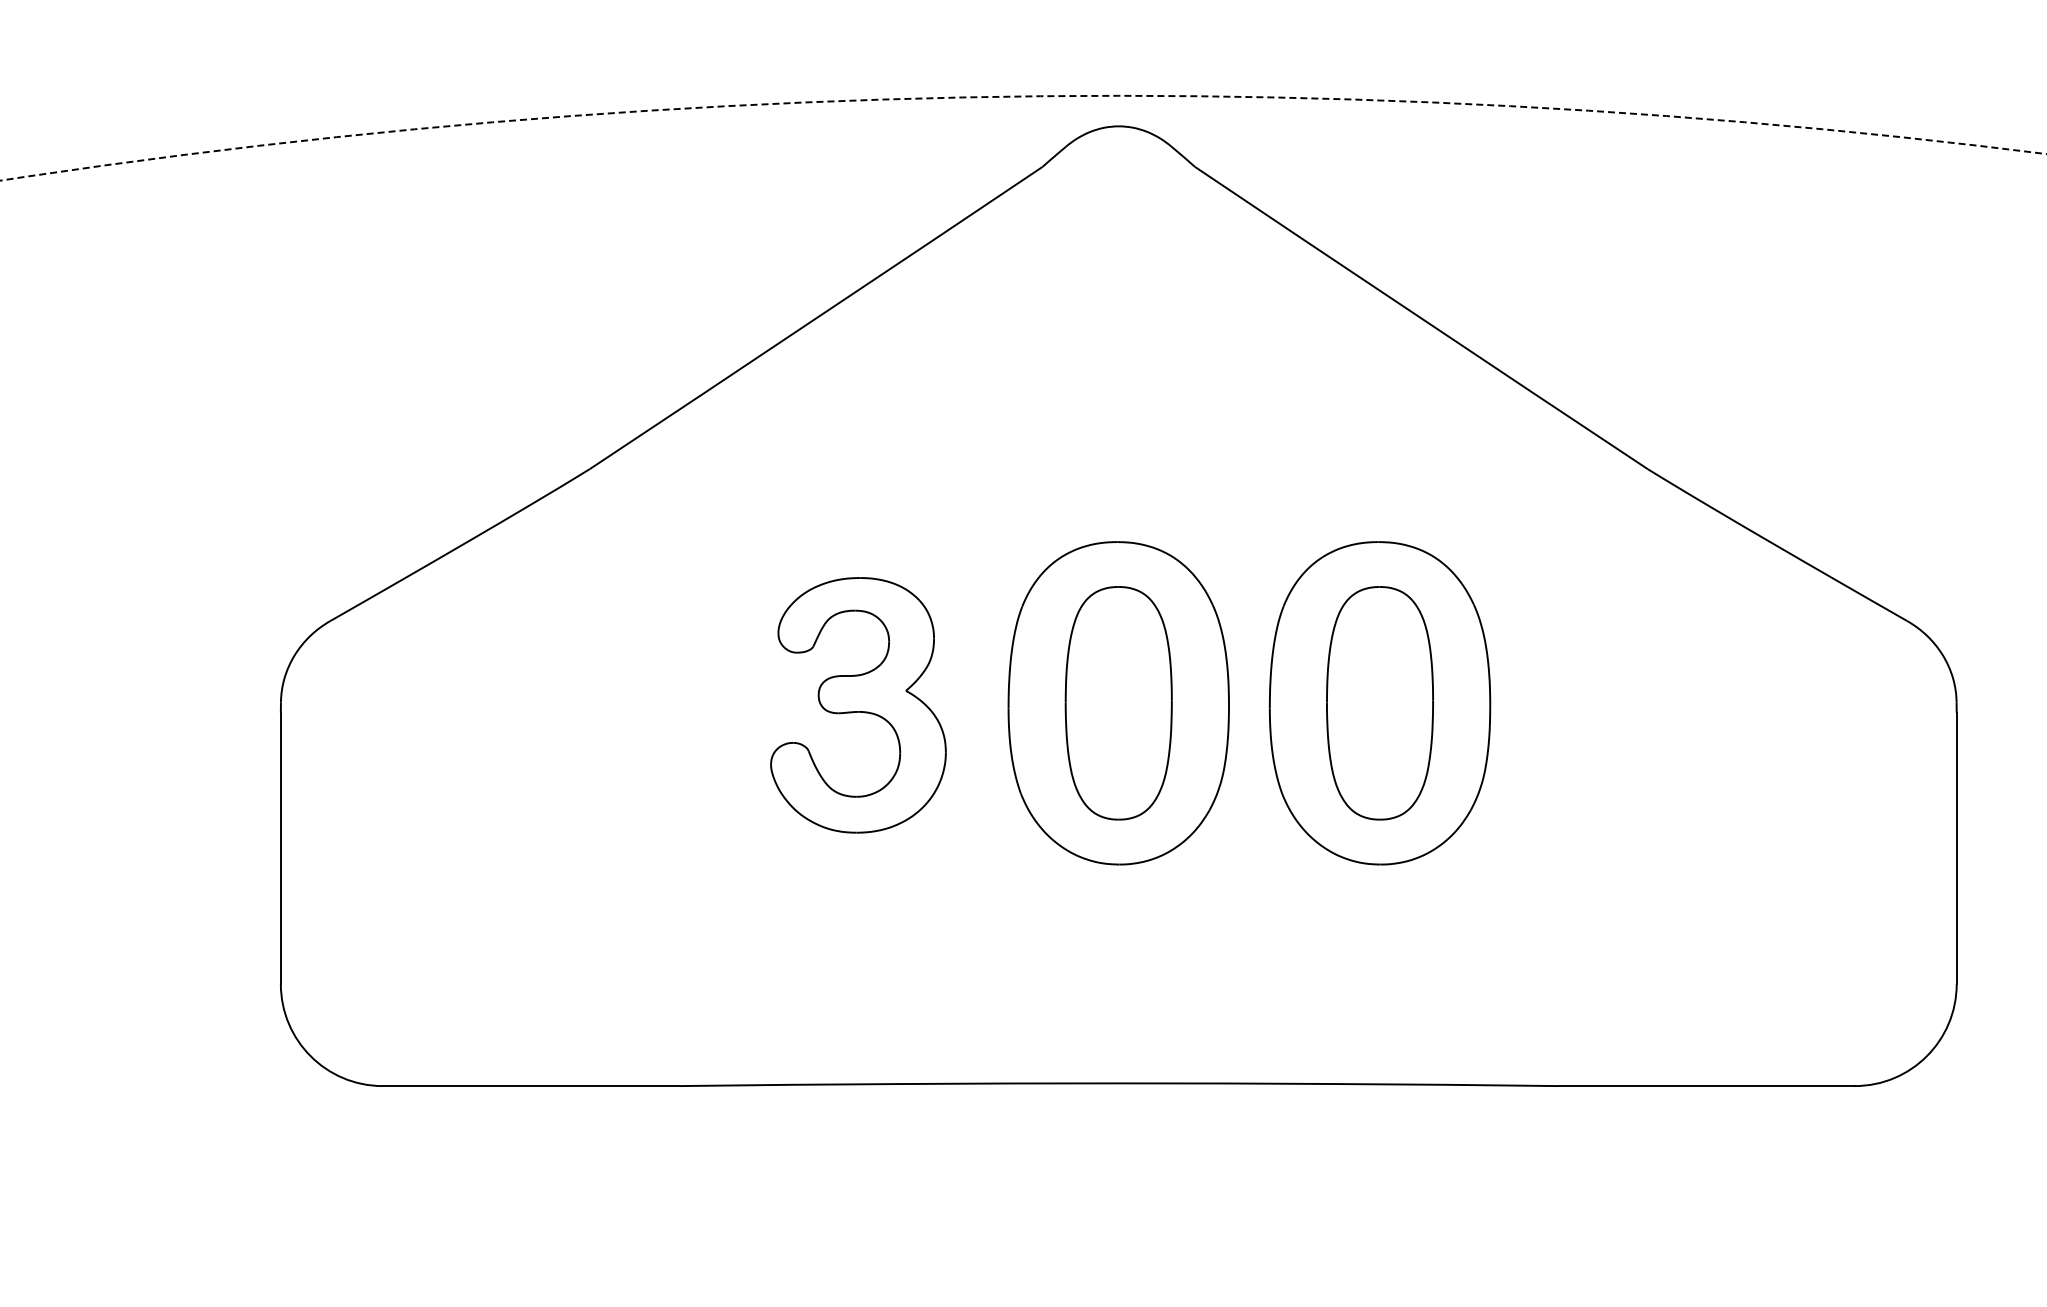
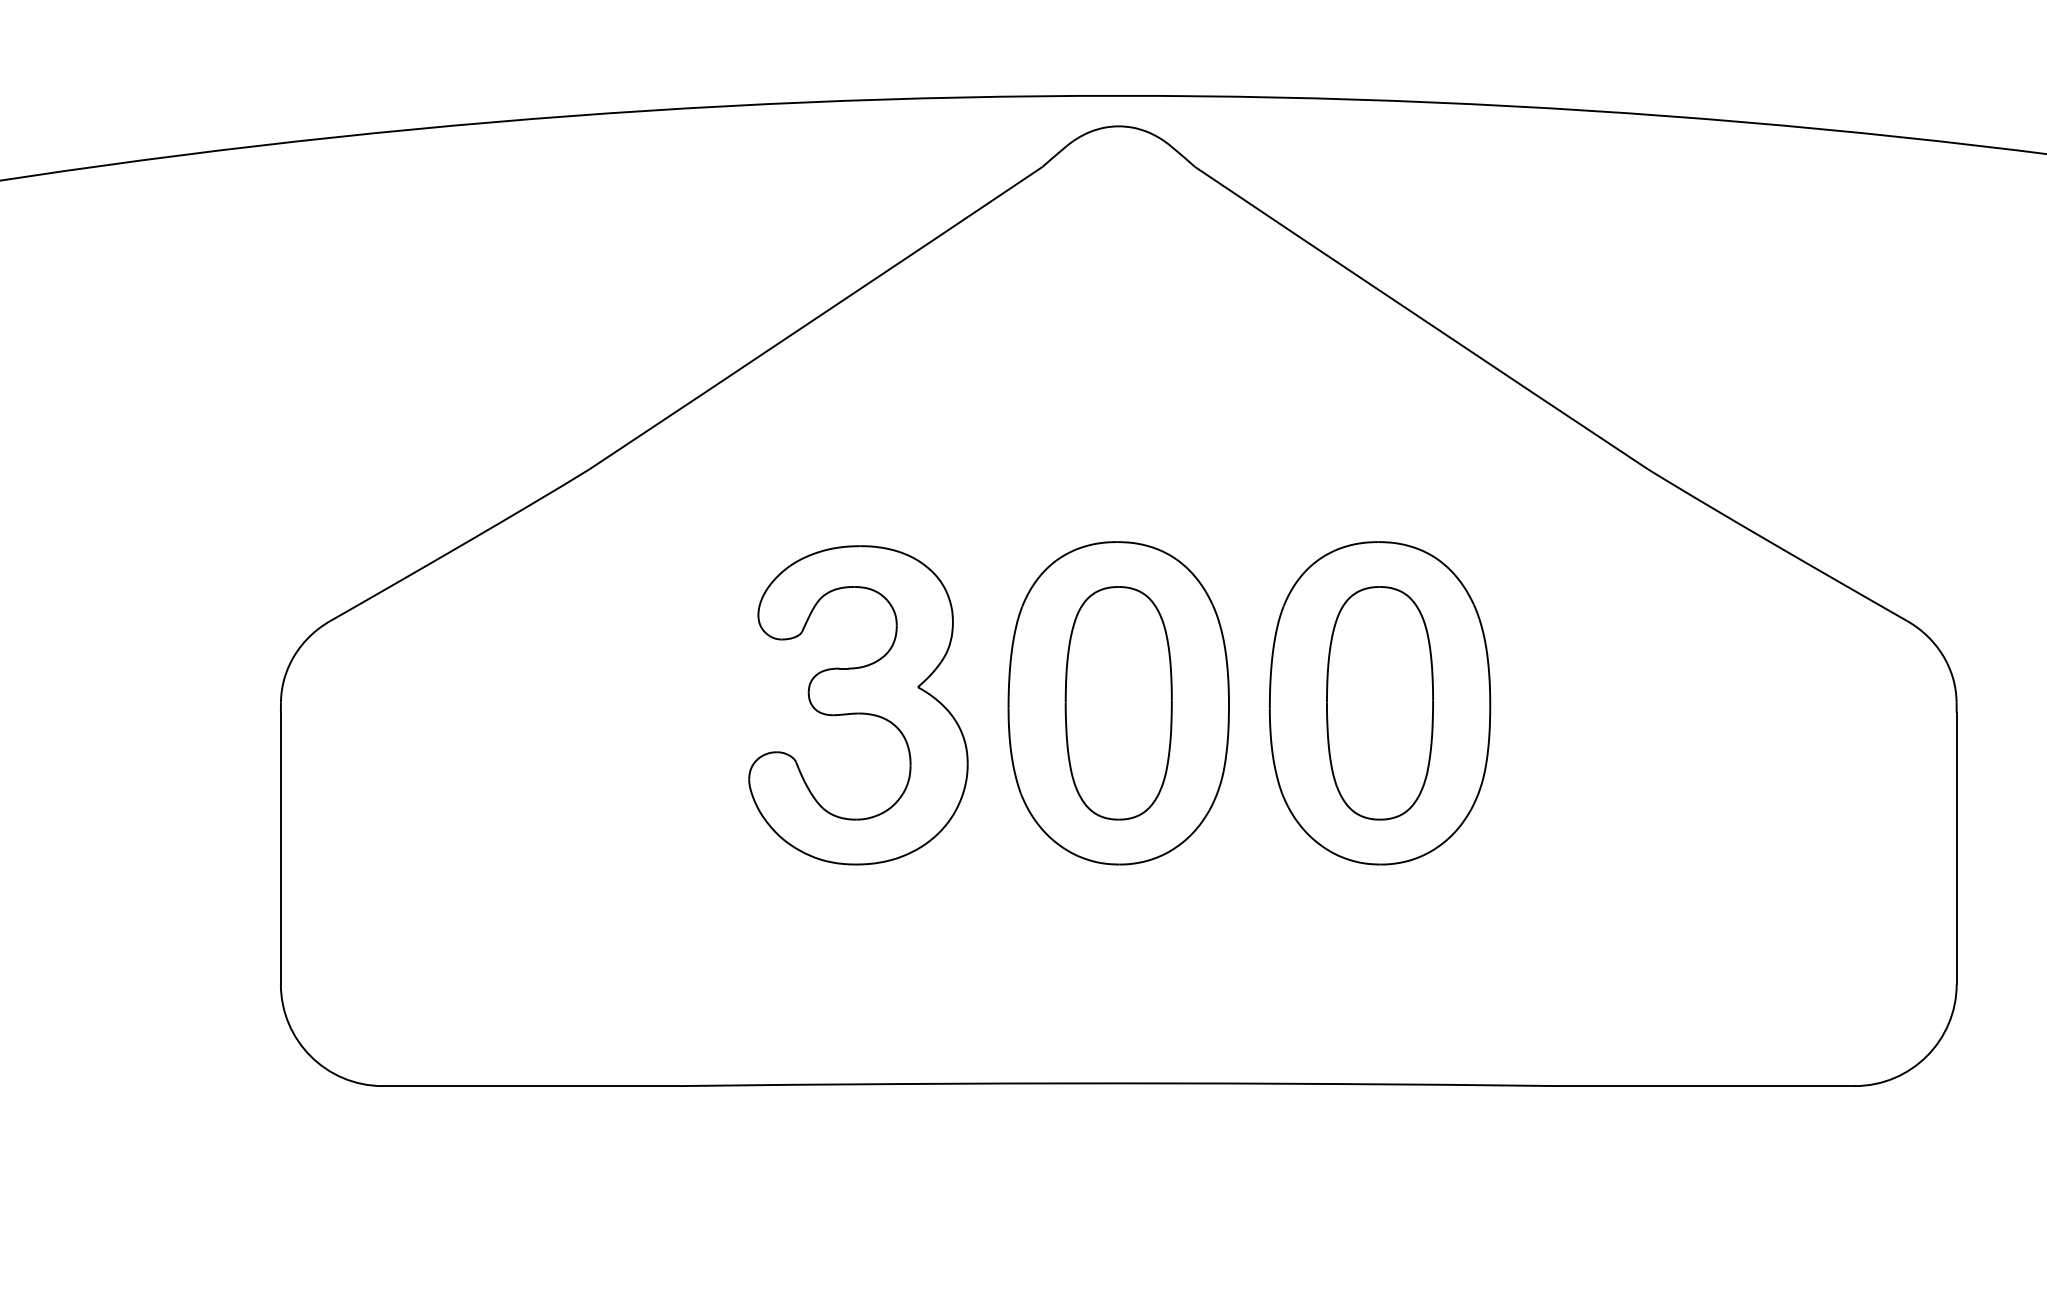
arc at (1022, 96): dashed -> solid
part at (858, 705) size: 177x257 px -> 221x321 px
